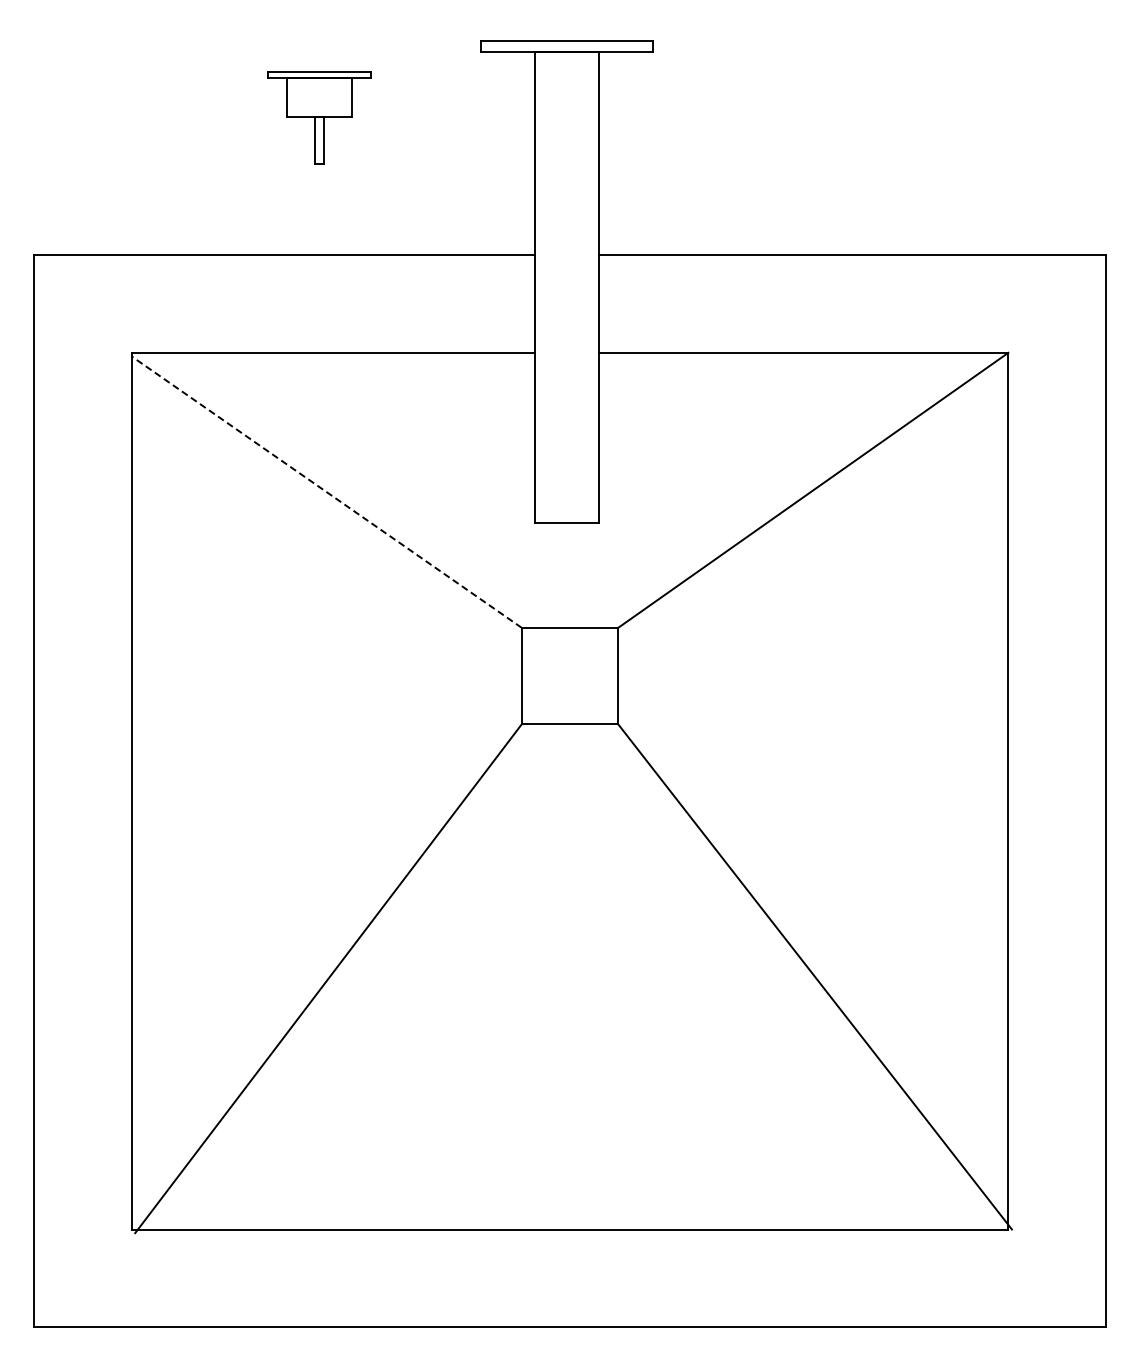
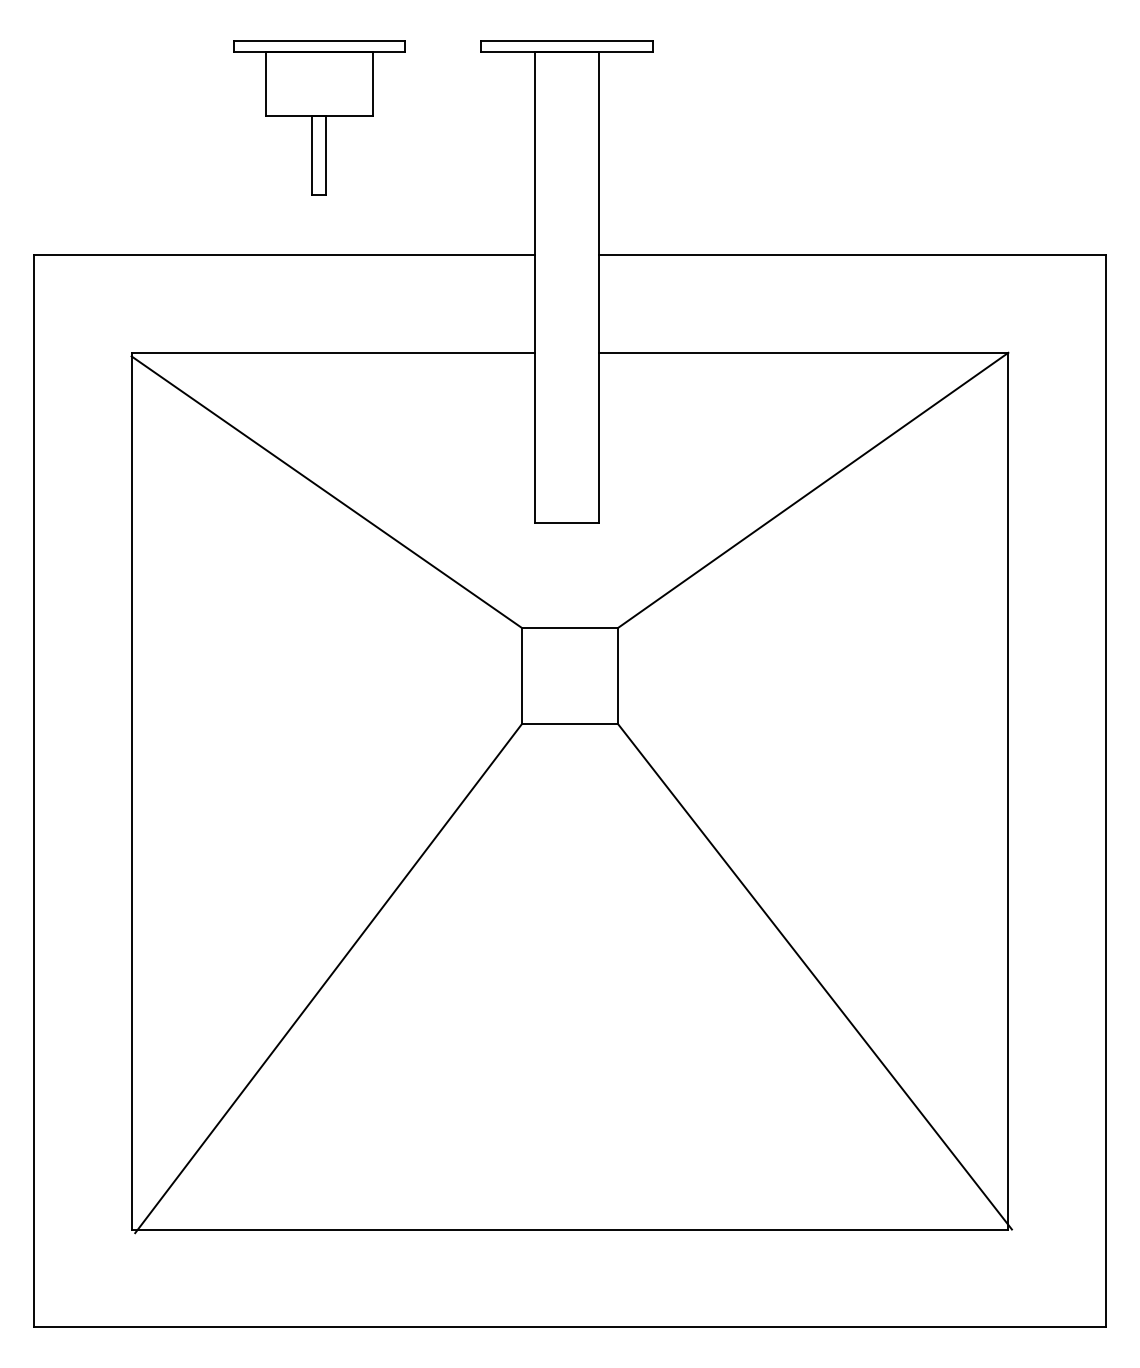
part at (319, 117) size: 105x94 px -> 173x156 px
line at (326, 492): dashed -> solid
